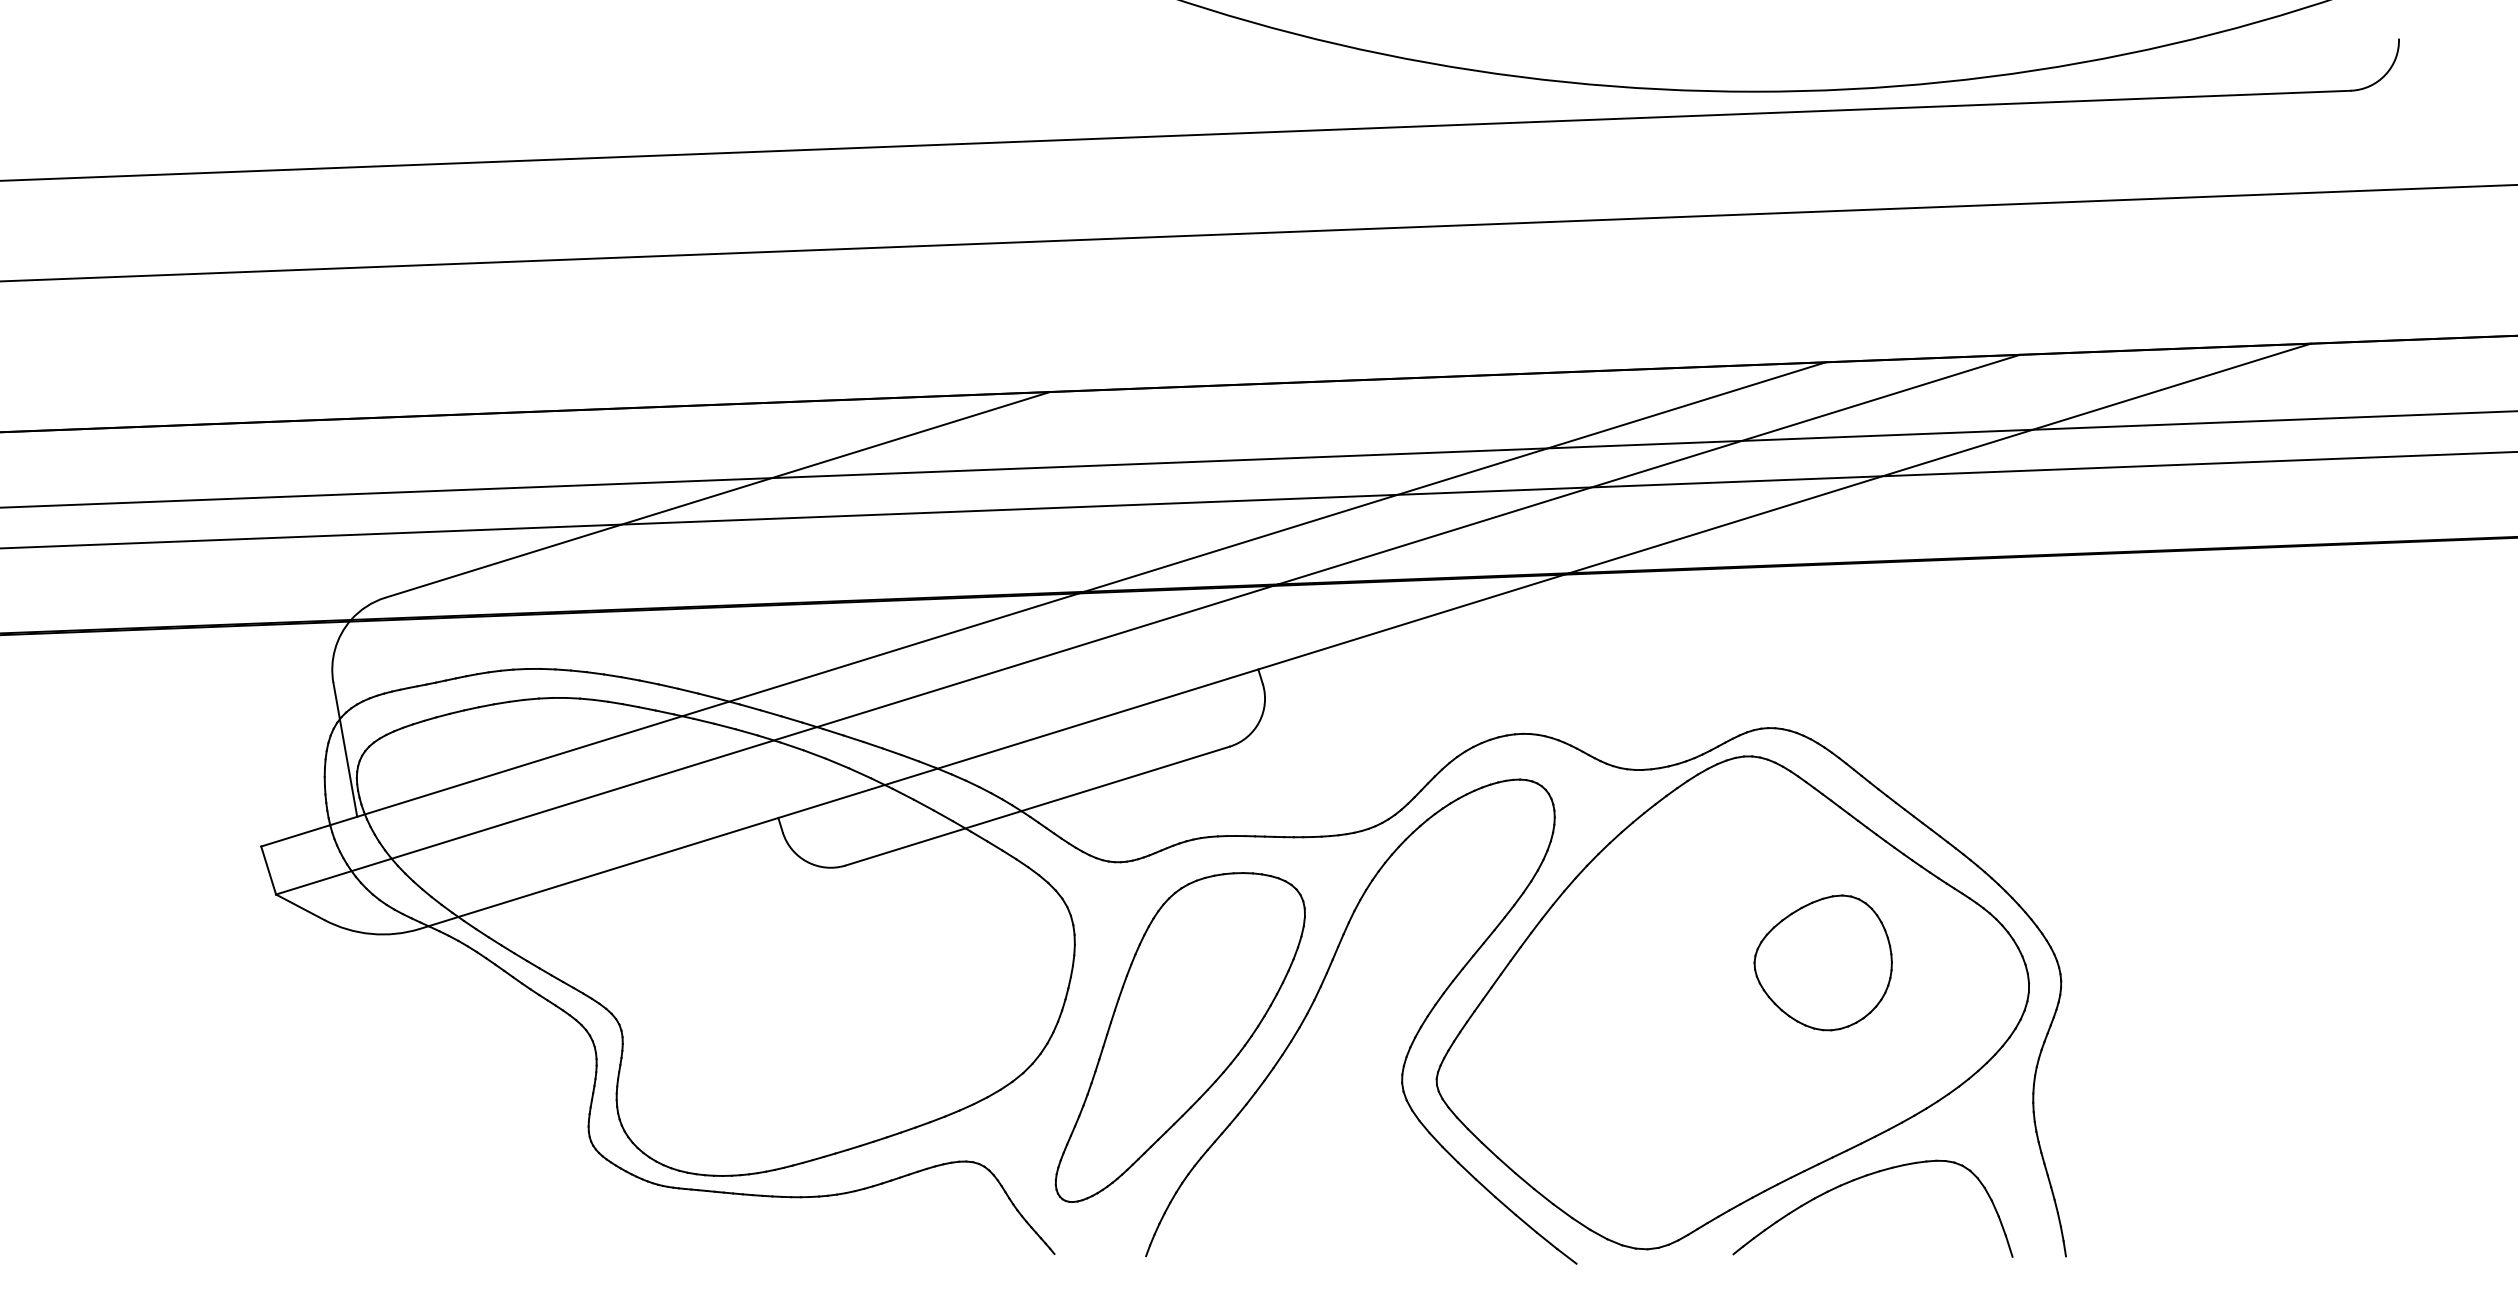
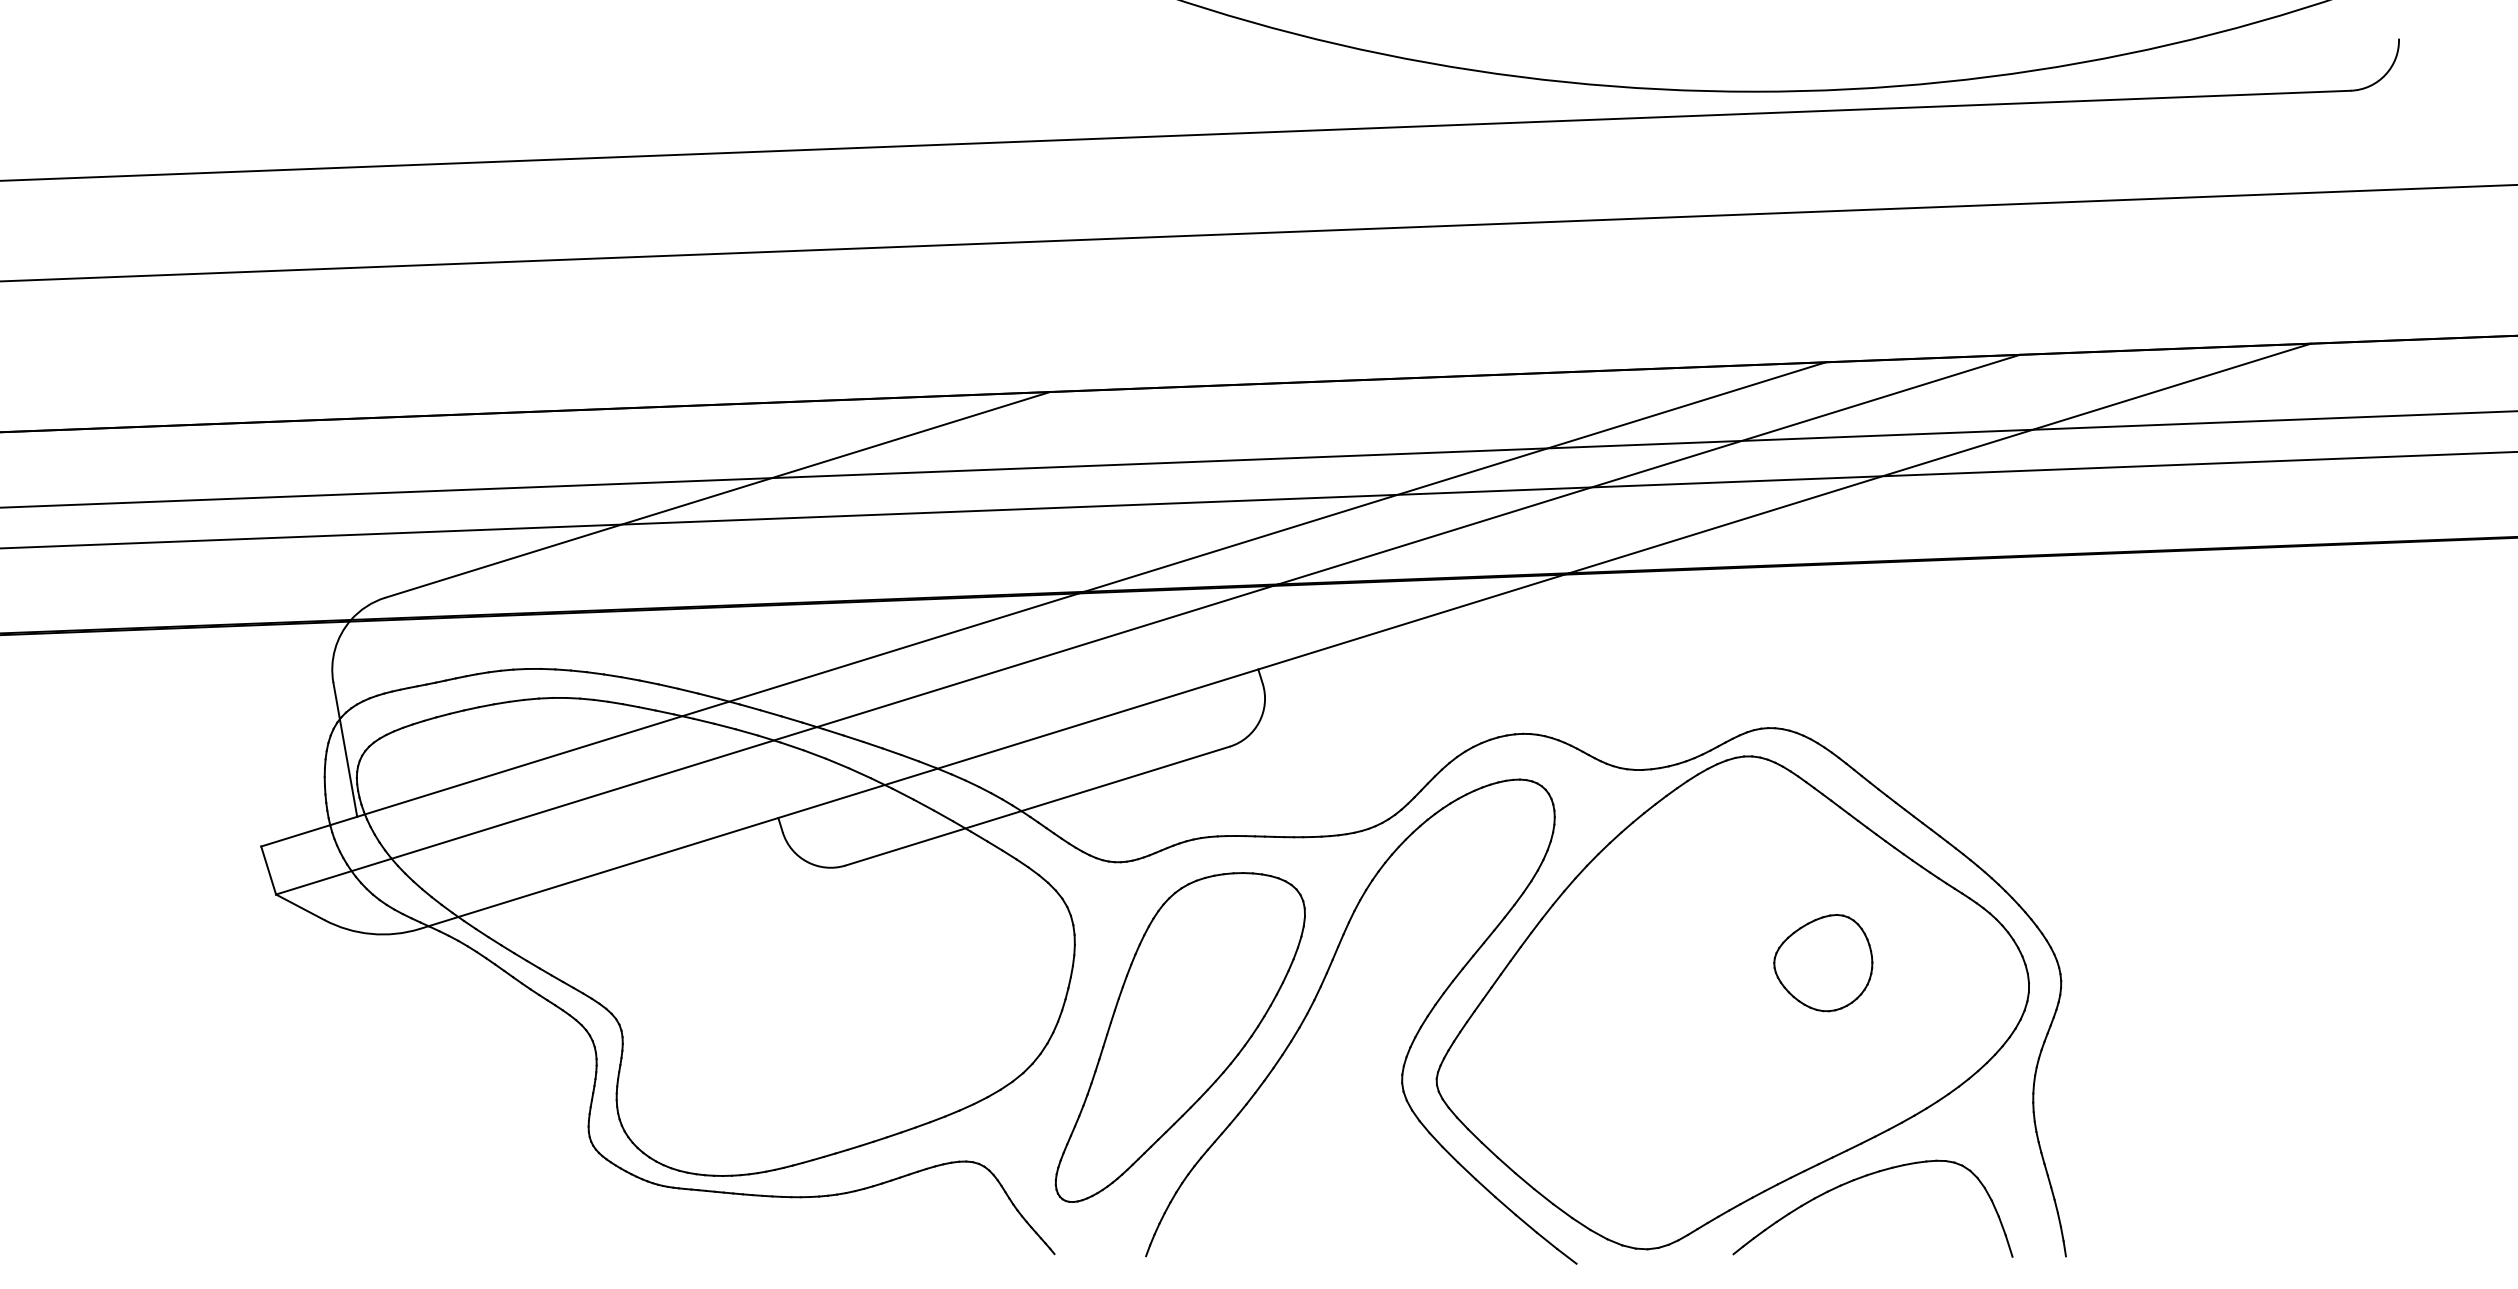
part at (1822, 962) size: 140x138 px -> 101x99 px
